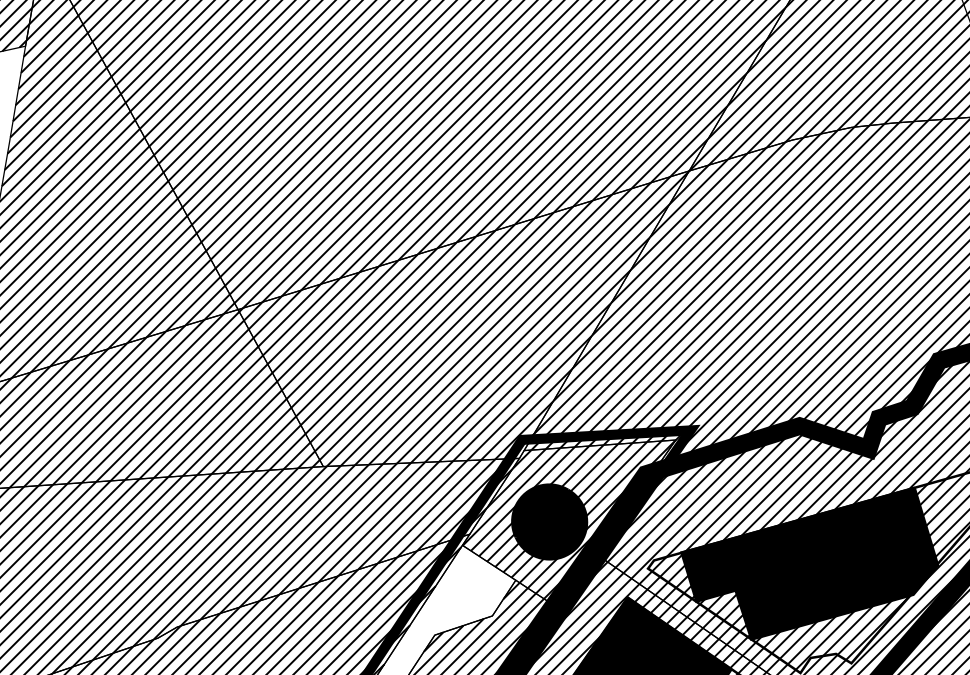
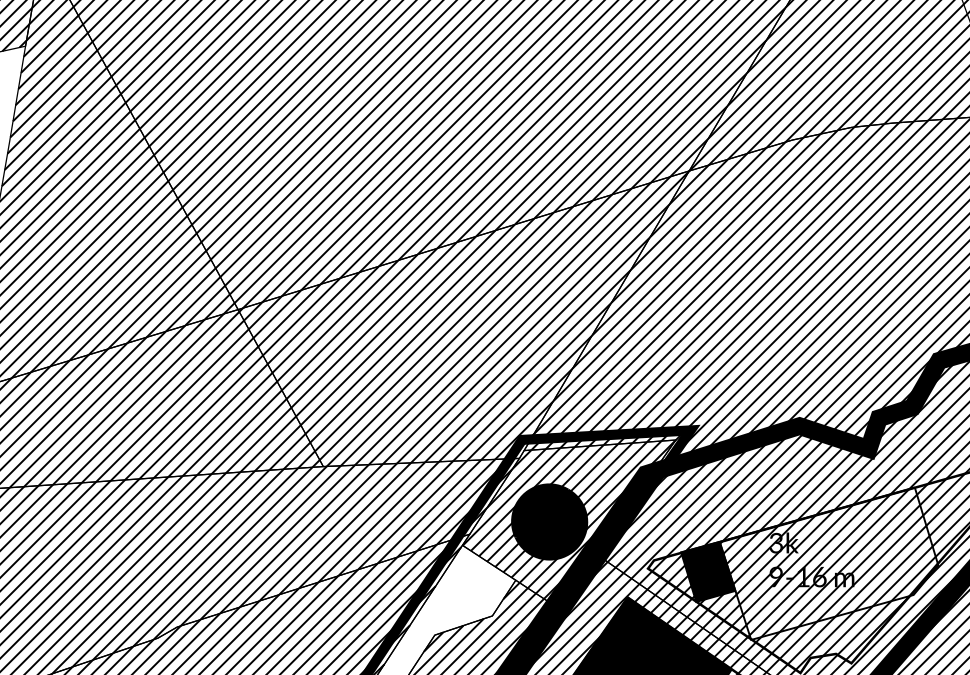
fill at (828, 563): present -> none
